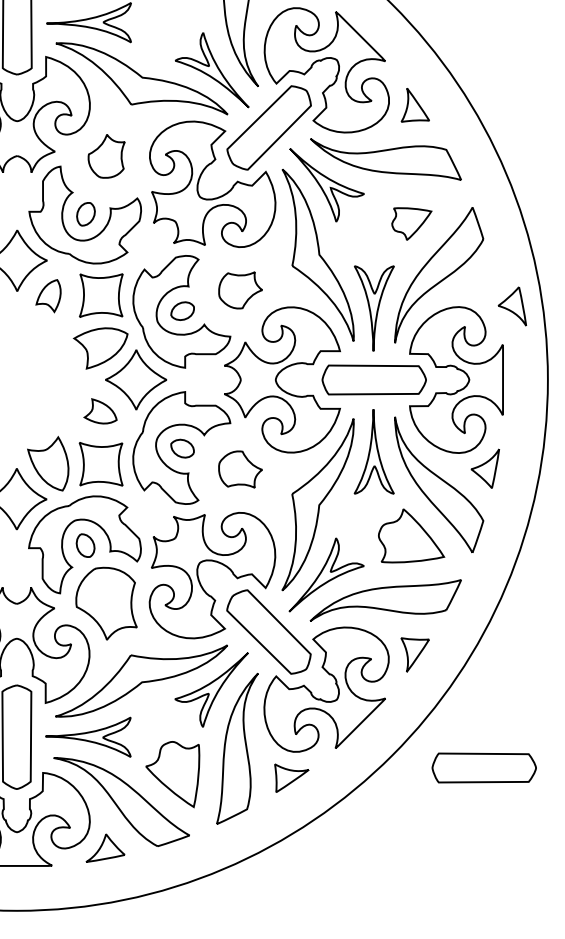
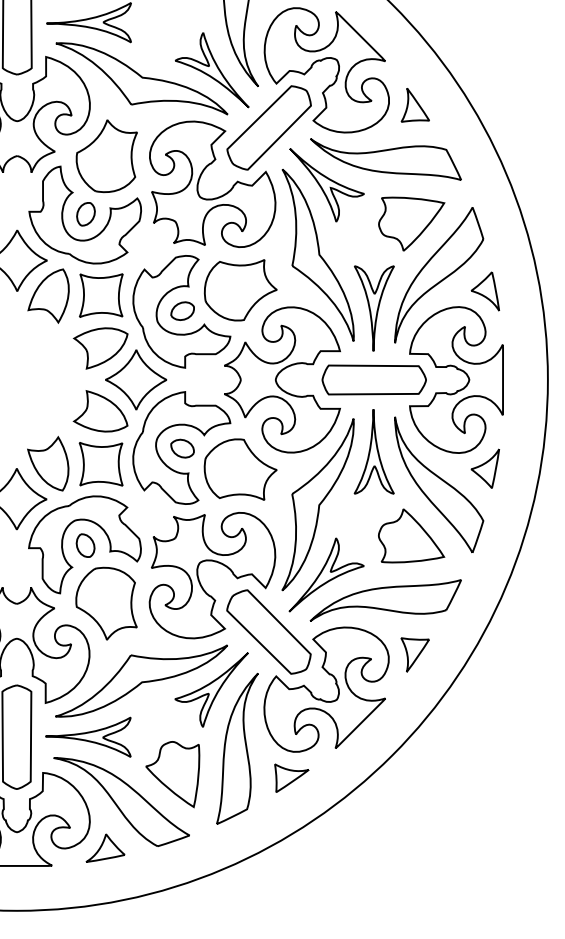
part at (106, 156) size: 39x45 px -> 63x75 px
part at (411, 223) size: 42x34 px -> 68x56 px
part at (240, 290) size: 45x39 px -> 75x63 px
part at (48, 296) size: 27x35 px -> 43x56 px
part at (511, 306) position: (511, 306) -> (484, 291)
part at (100, 411) size: 35x27 px -> 57x43 px
part at (240, 469) size: 45x39 px -> 75x63 px
part at (483, 767): present -> none
